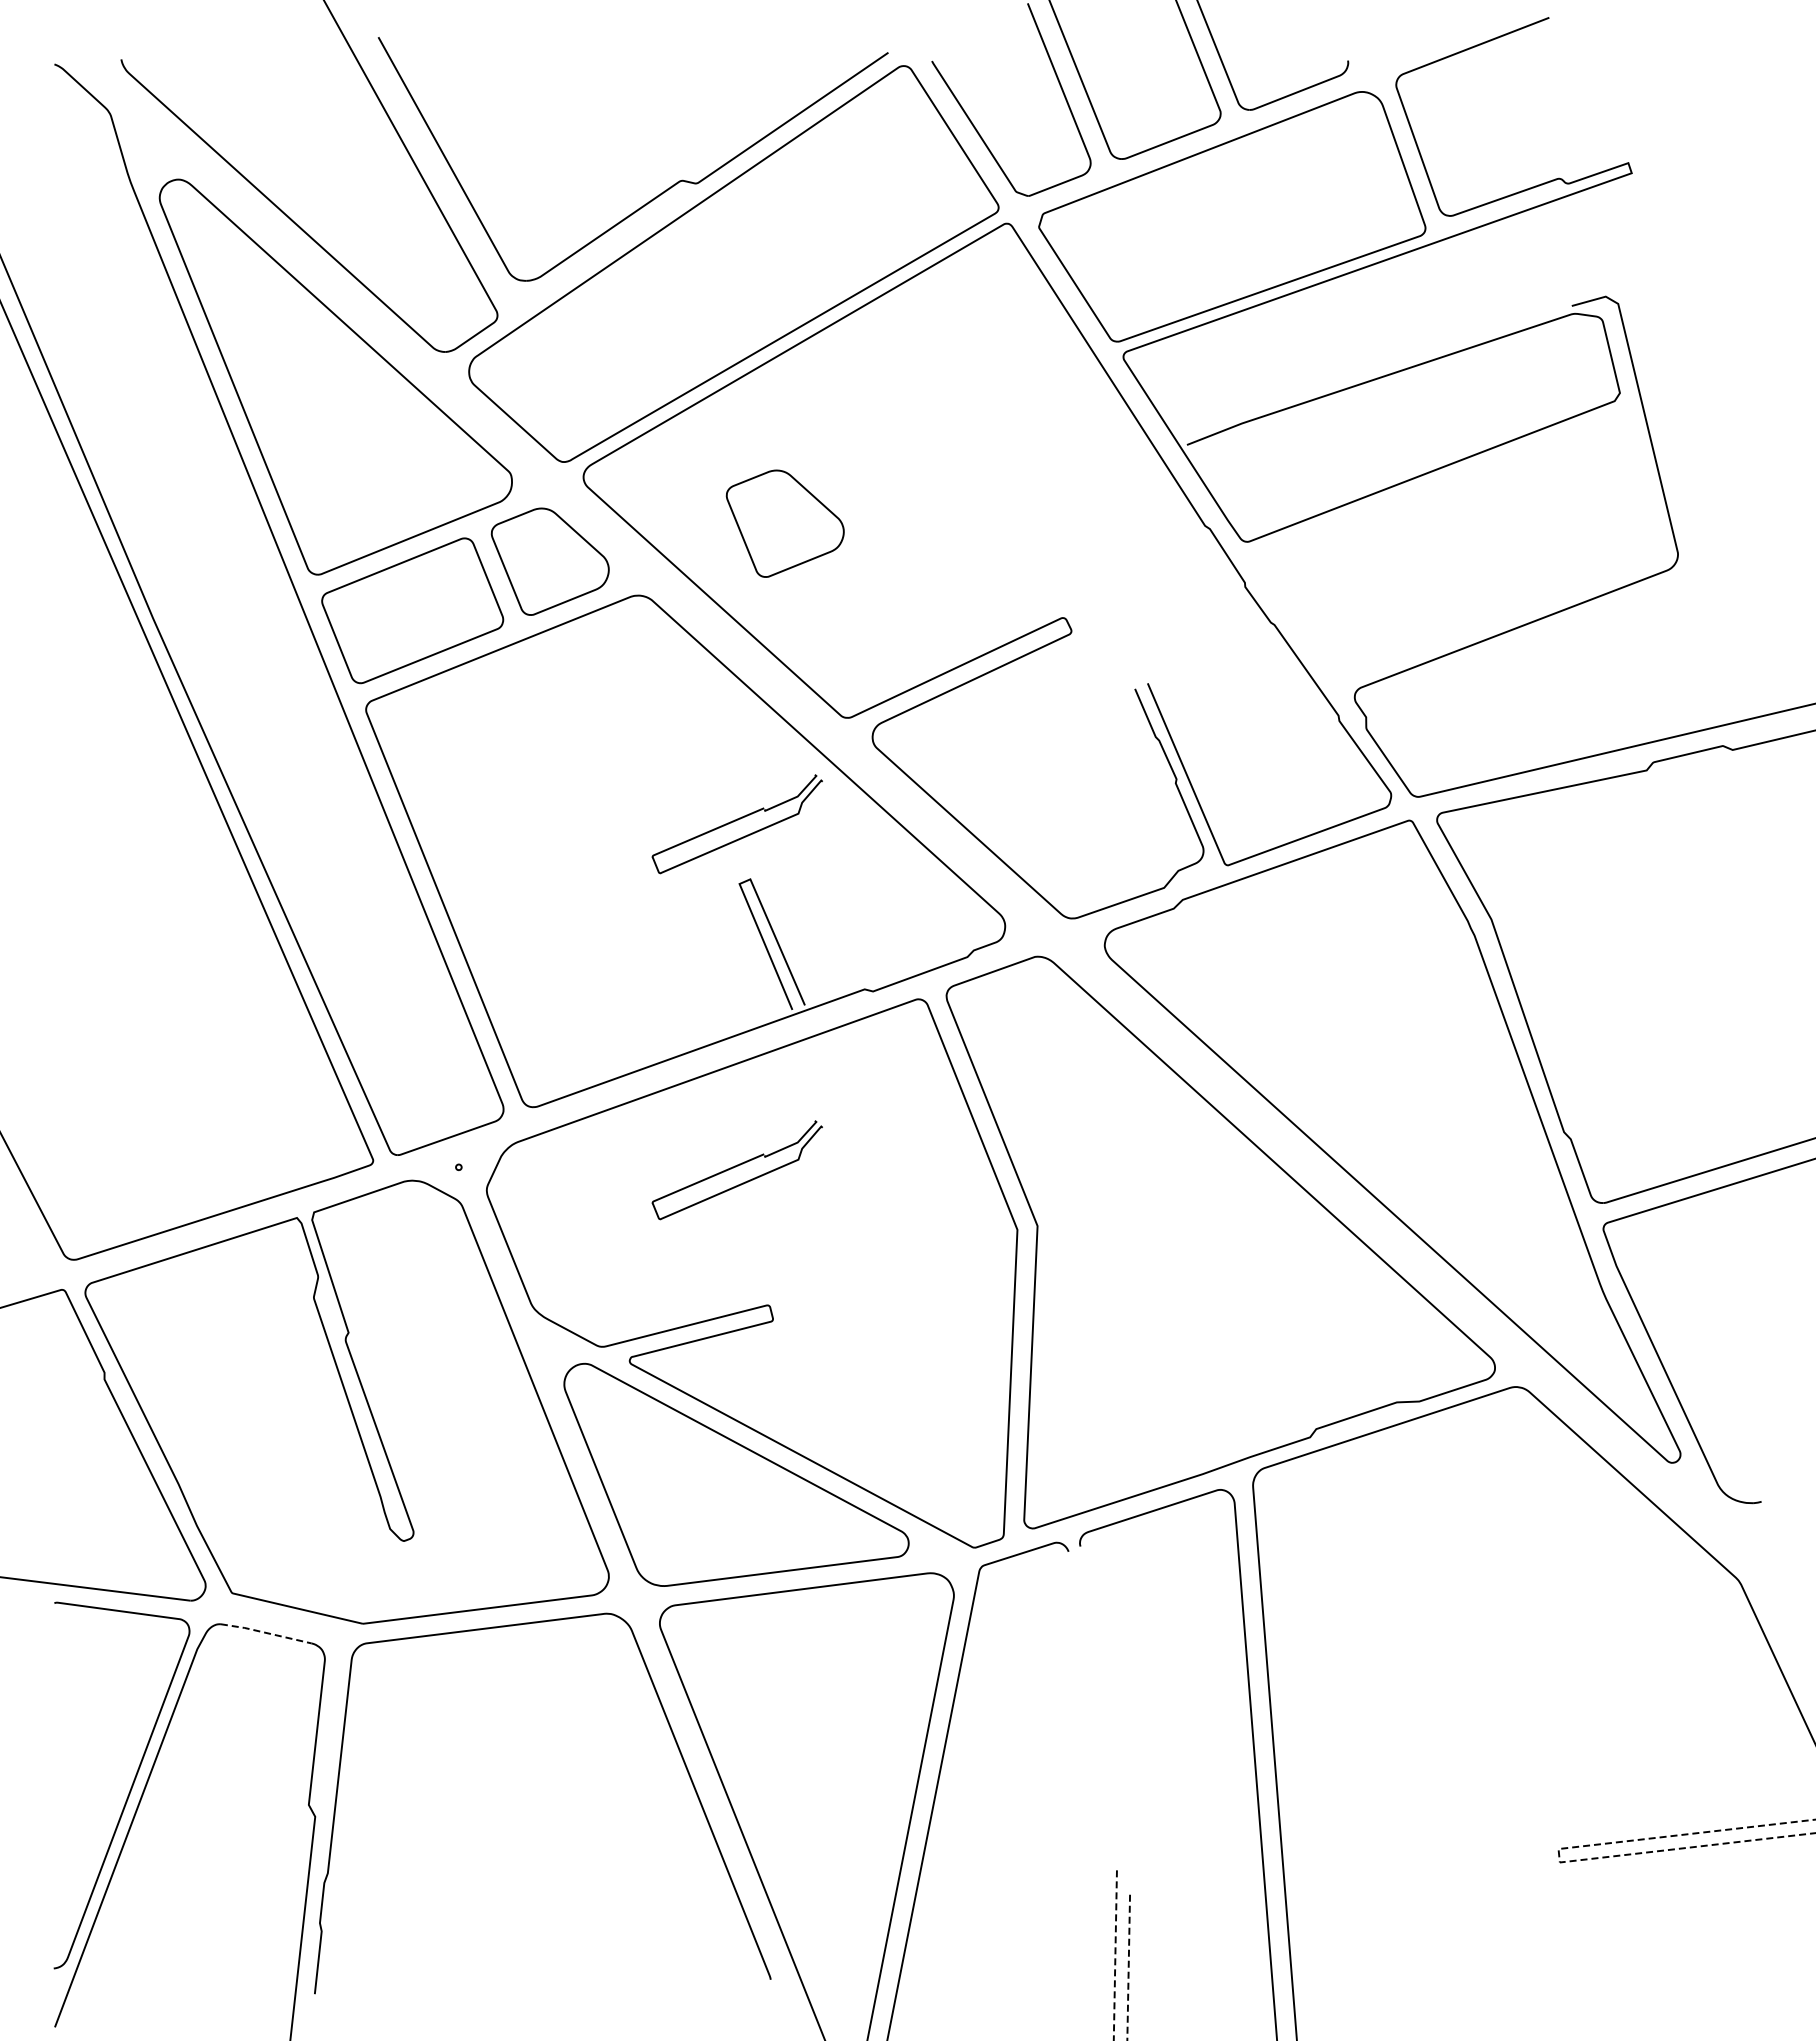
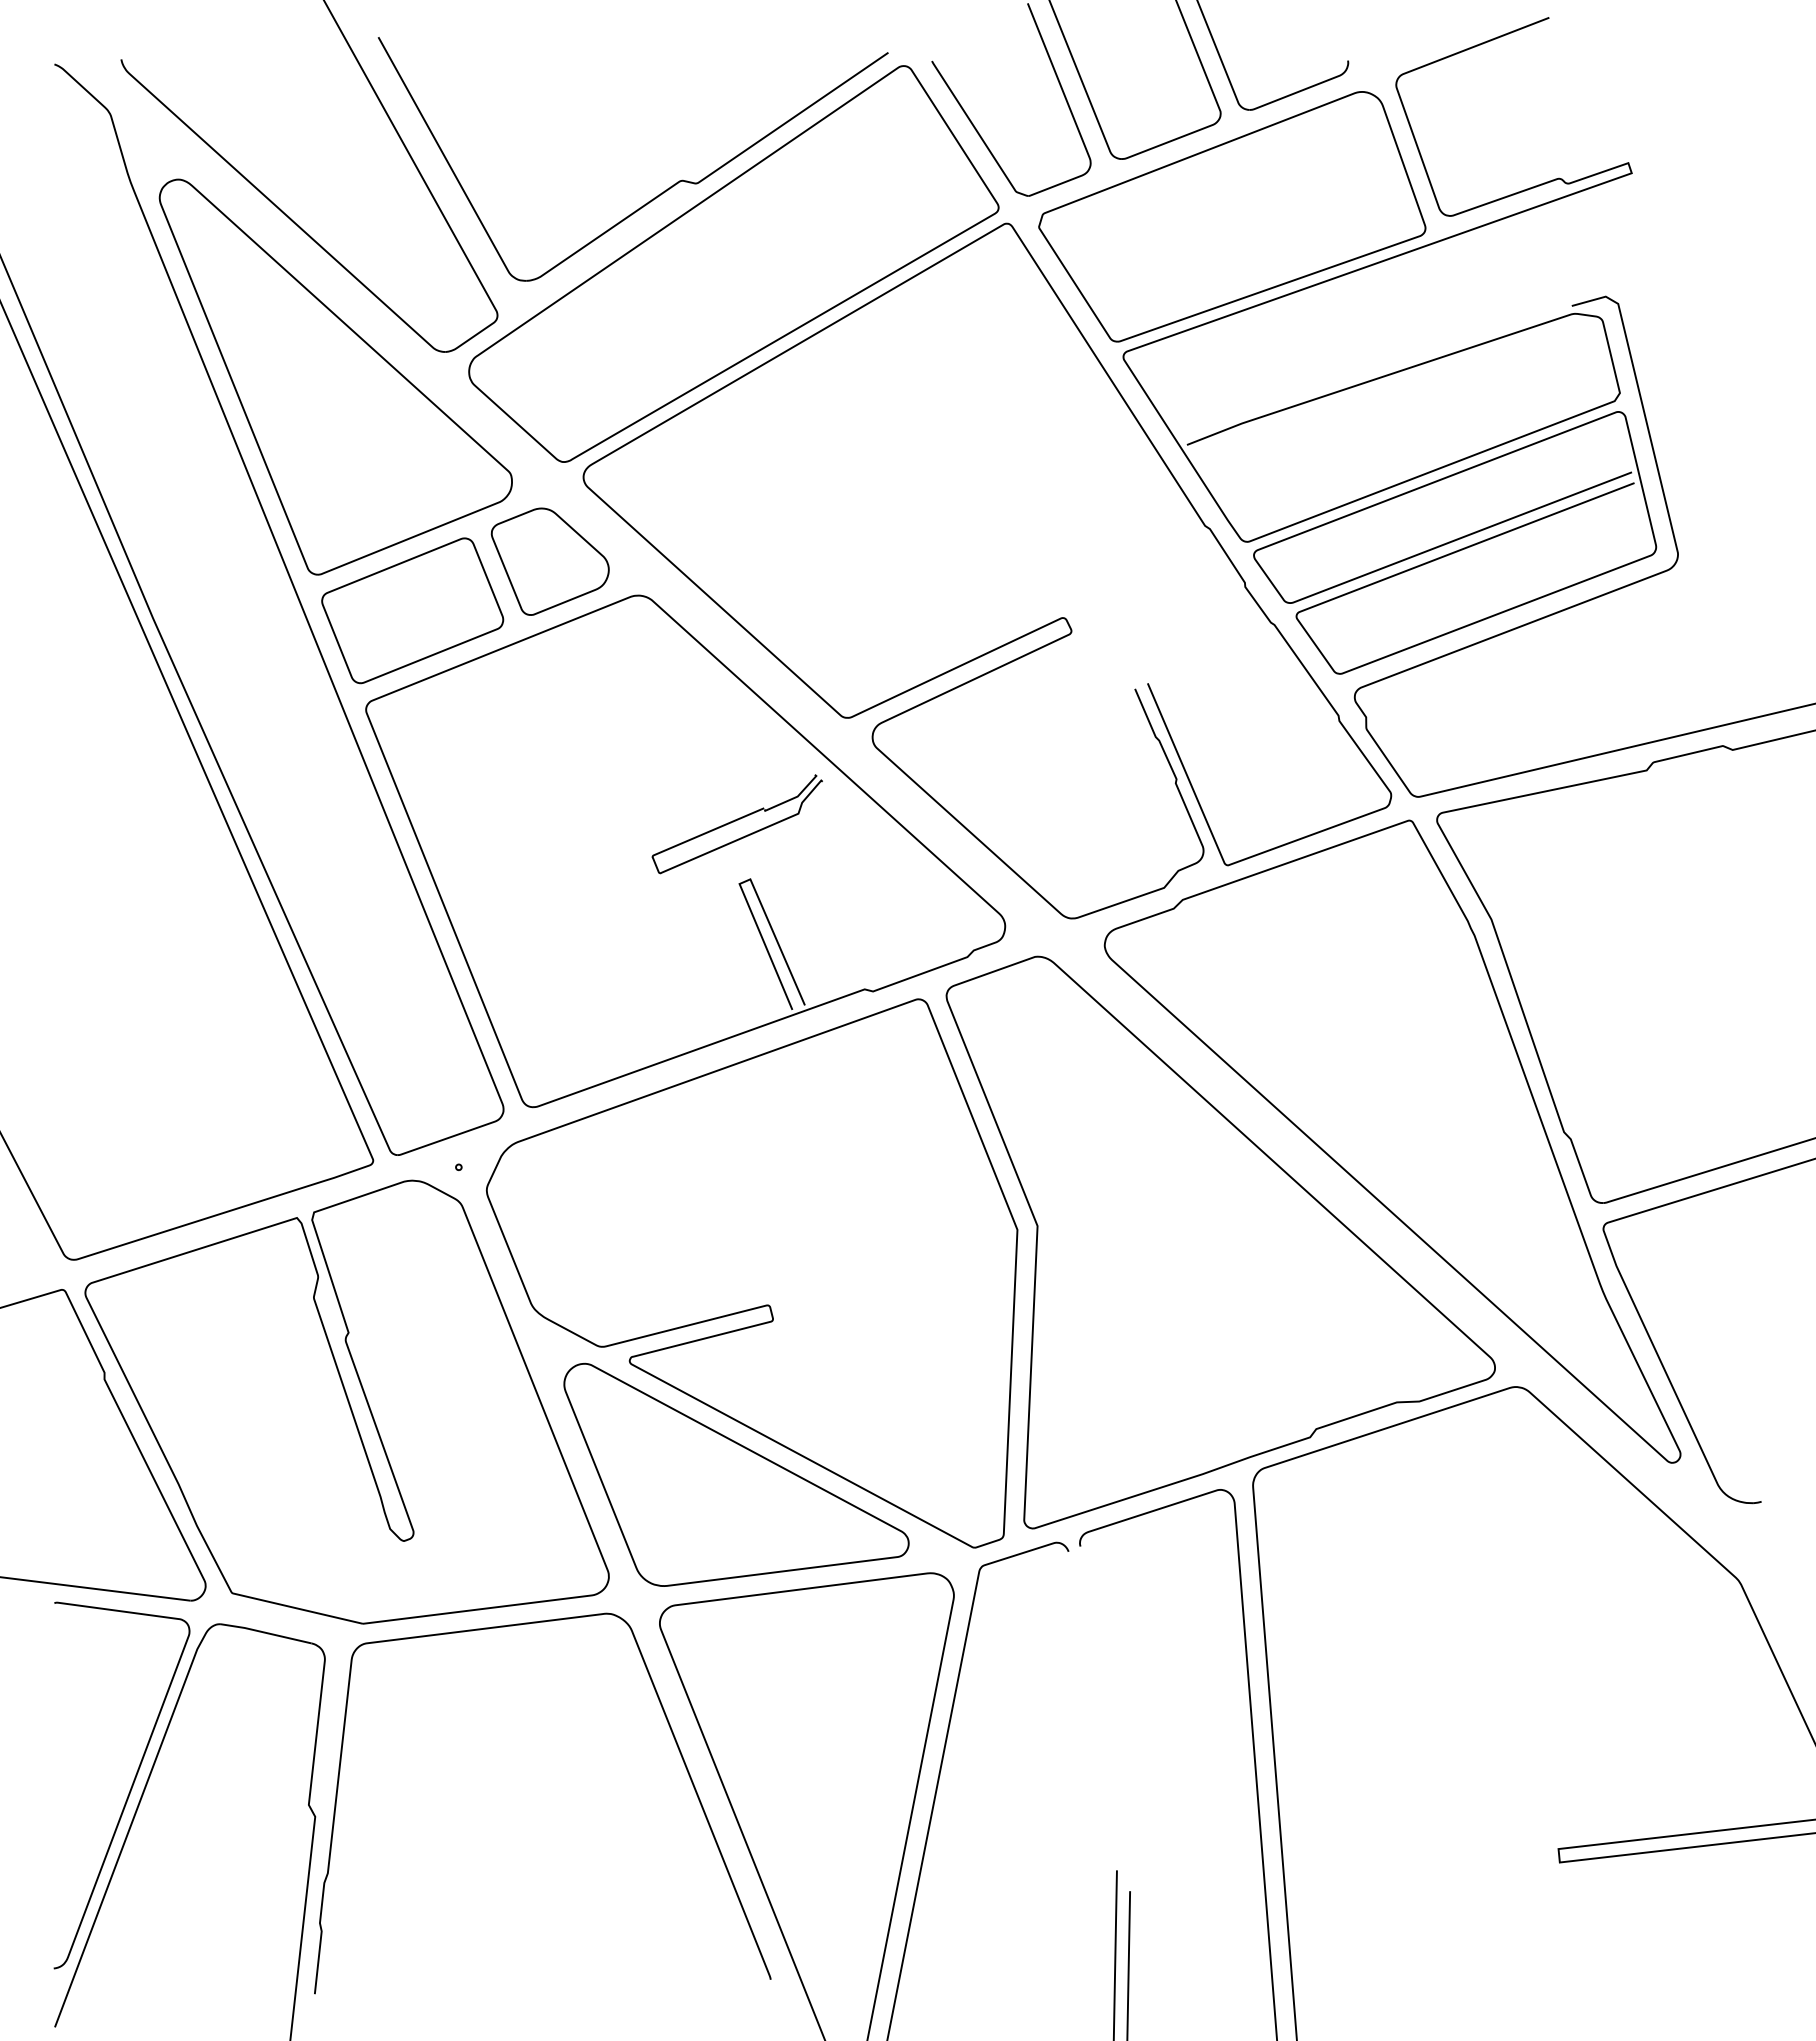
part at (784, 523): present -> none
curve at (1455, 541): none -> present
part at (736, 1170): present -> none
line at (266, 1632): dashed -> solid
line at (1559, 1854): dashed -> solid
line at (1115, 1956): dashed -> solid
line at (1128, 1966): dashed -> solid
